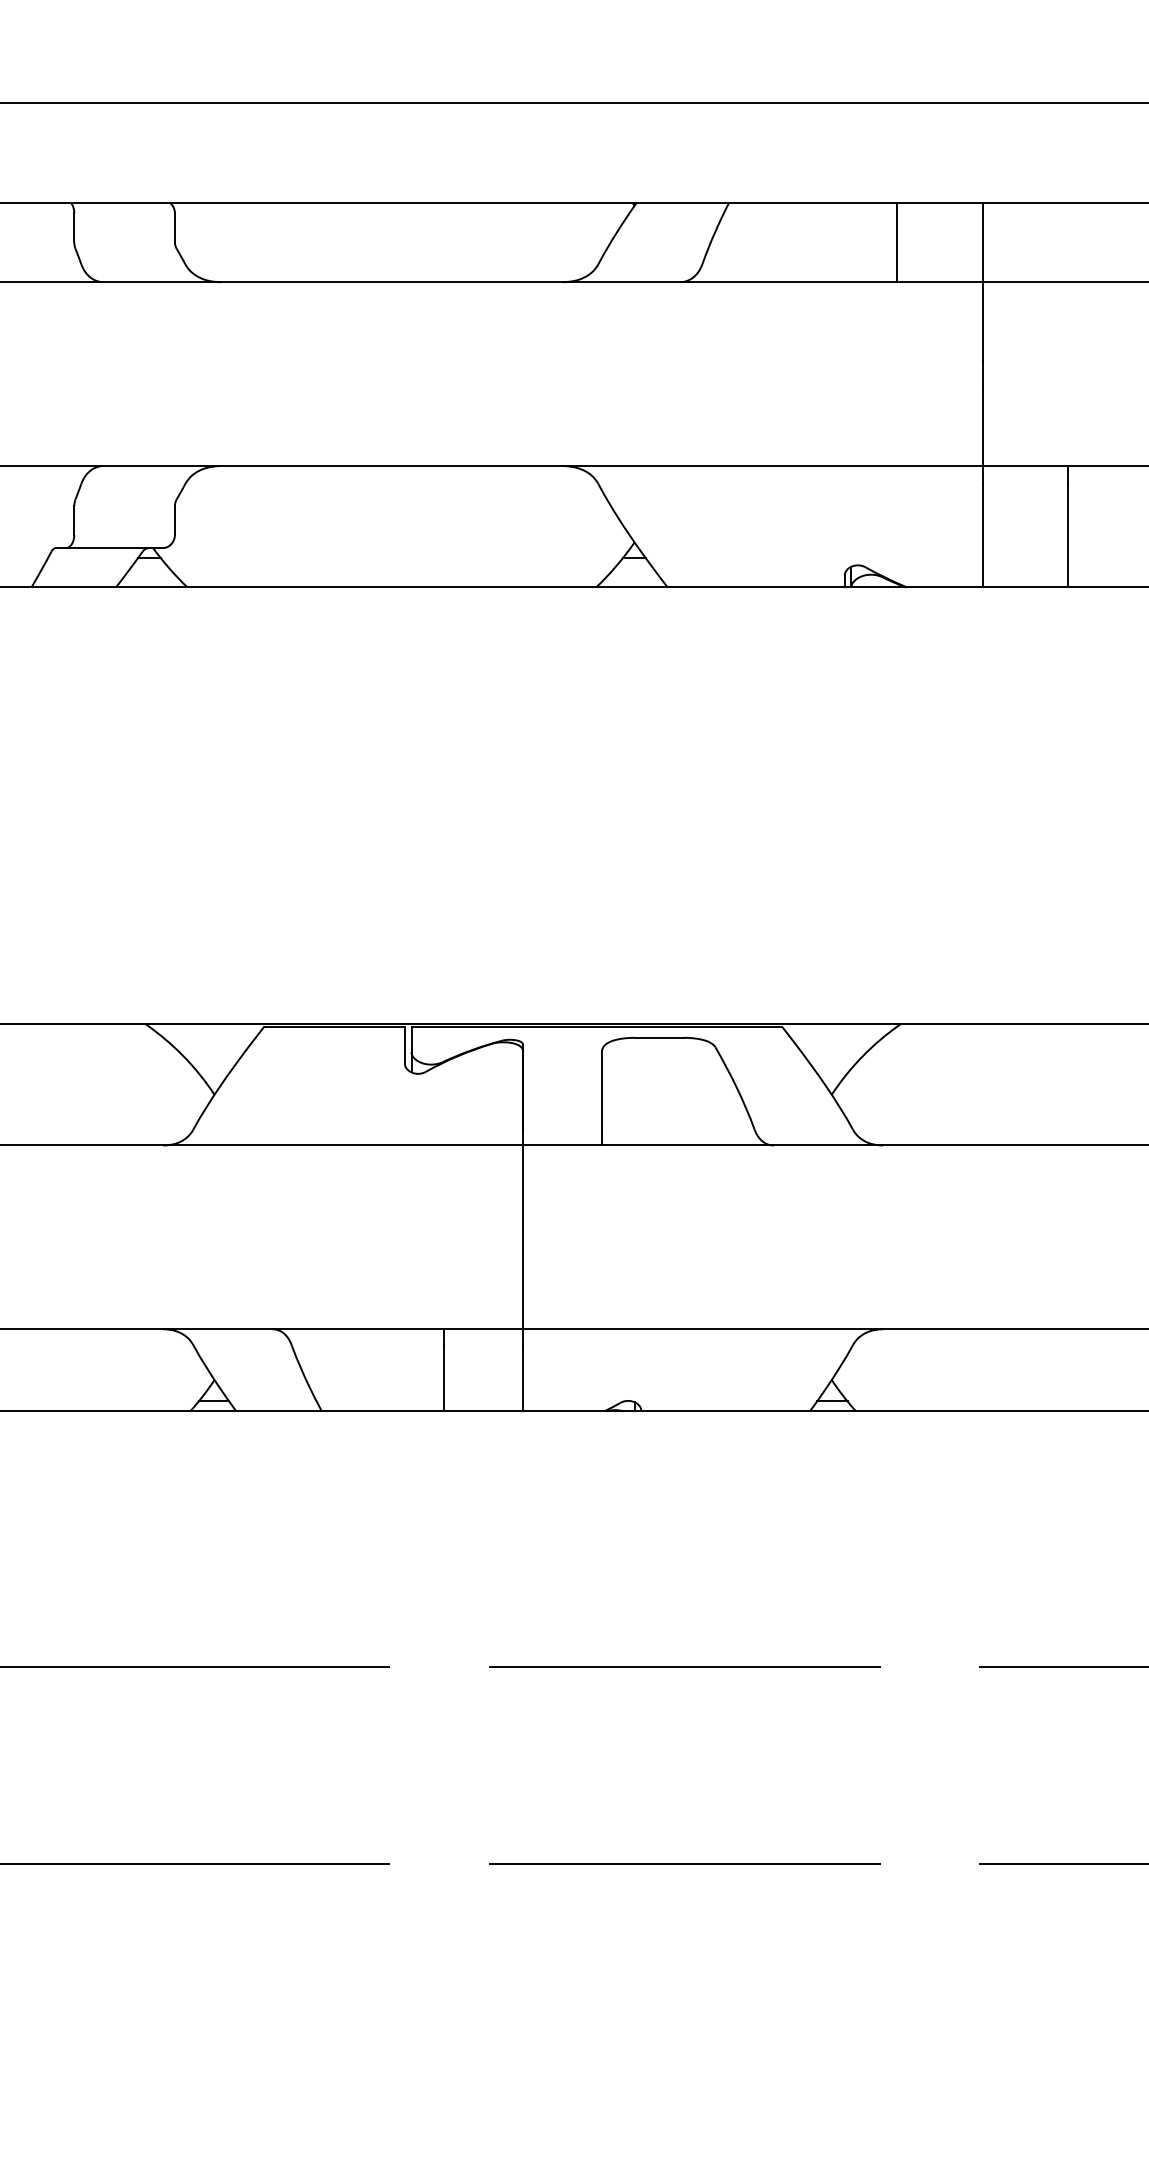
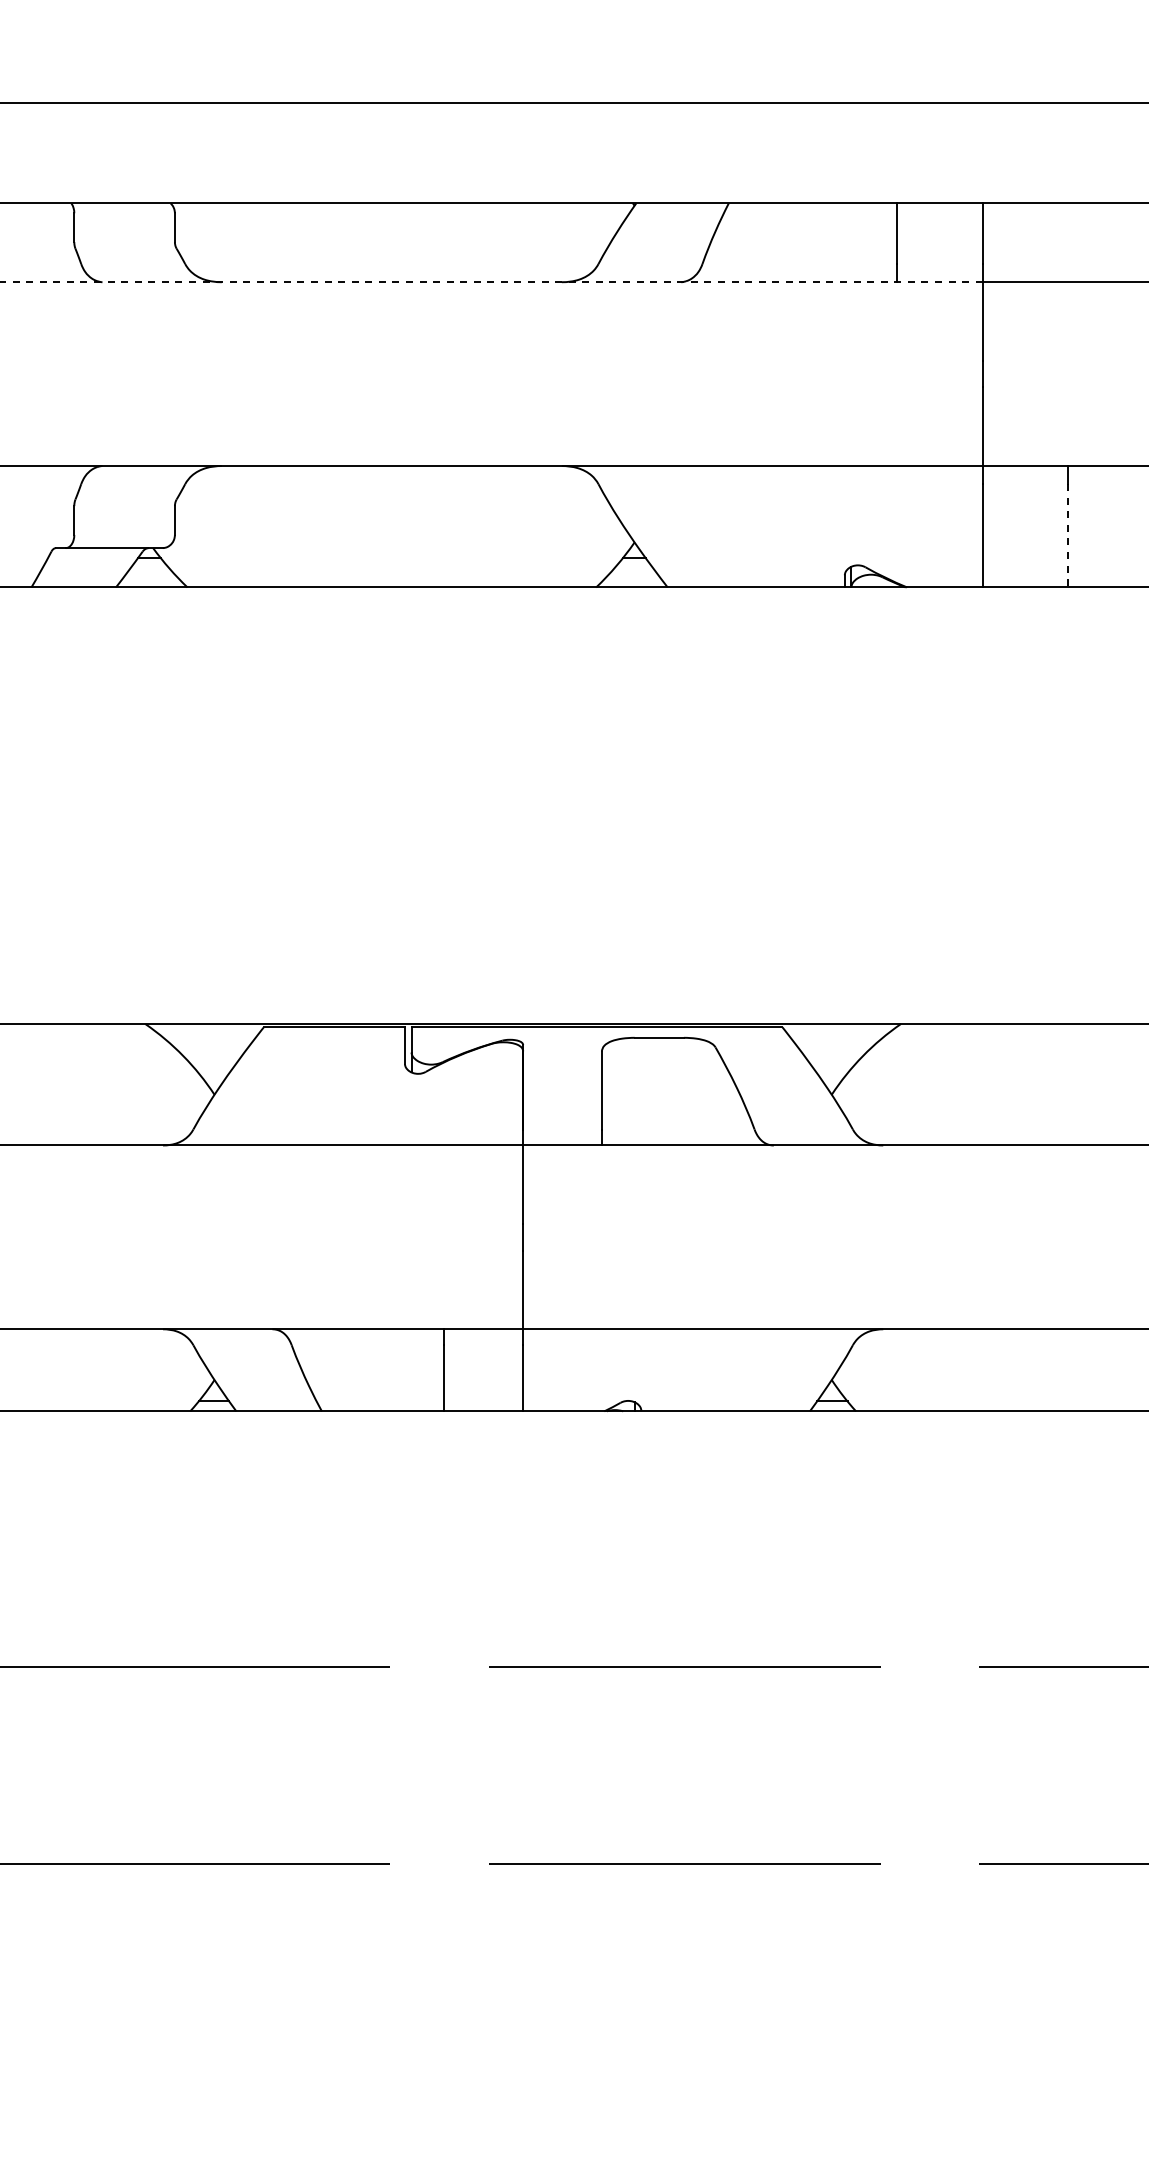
line at (491, 282): solid -> dashed
line at (1068, 535): solid -> dashed
